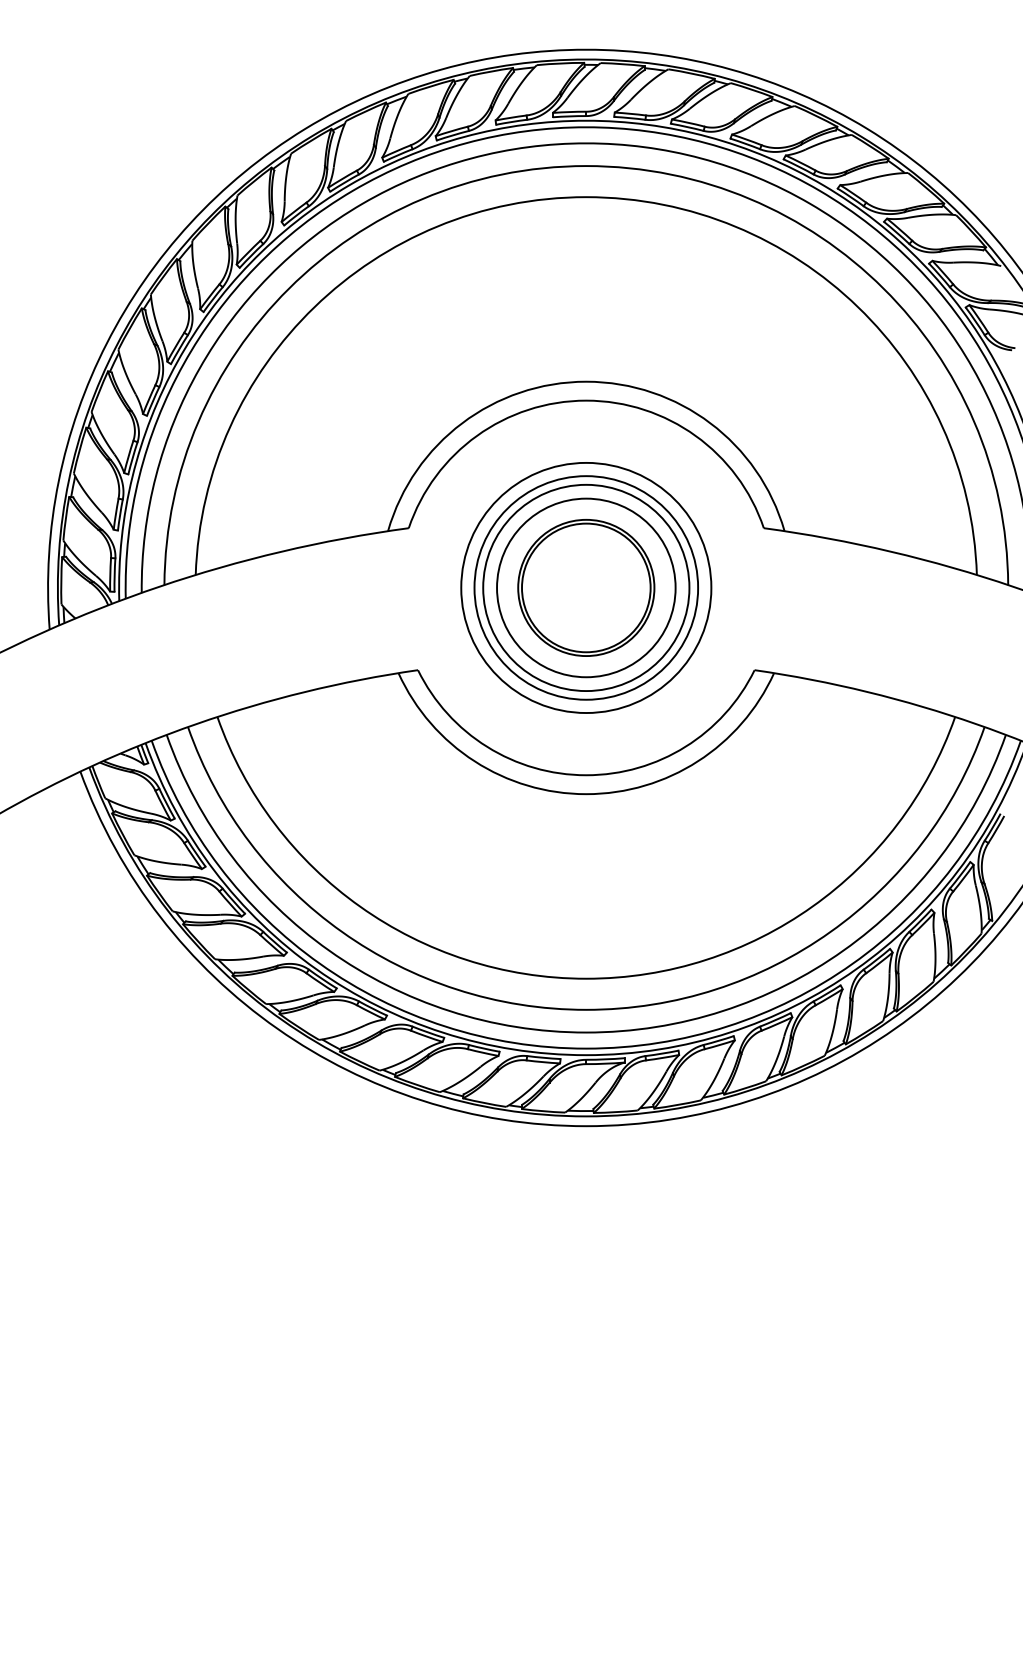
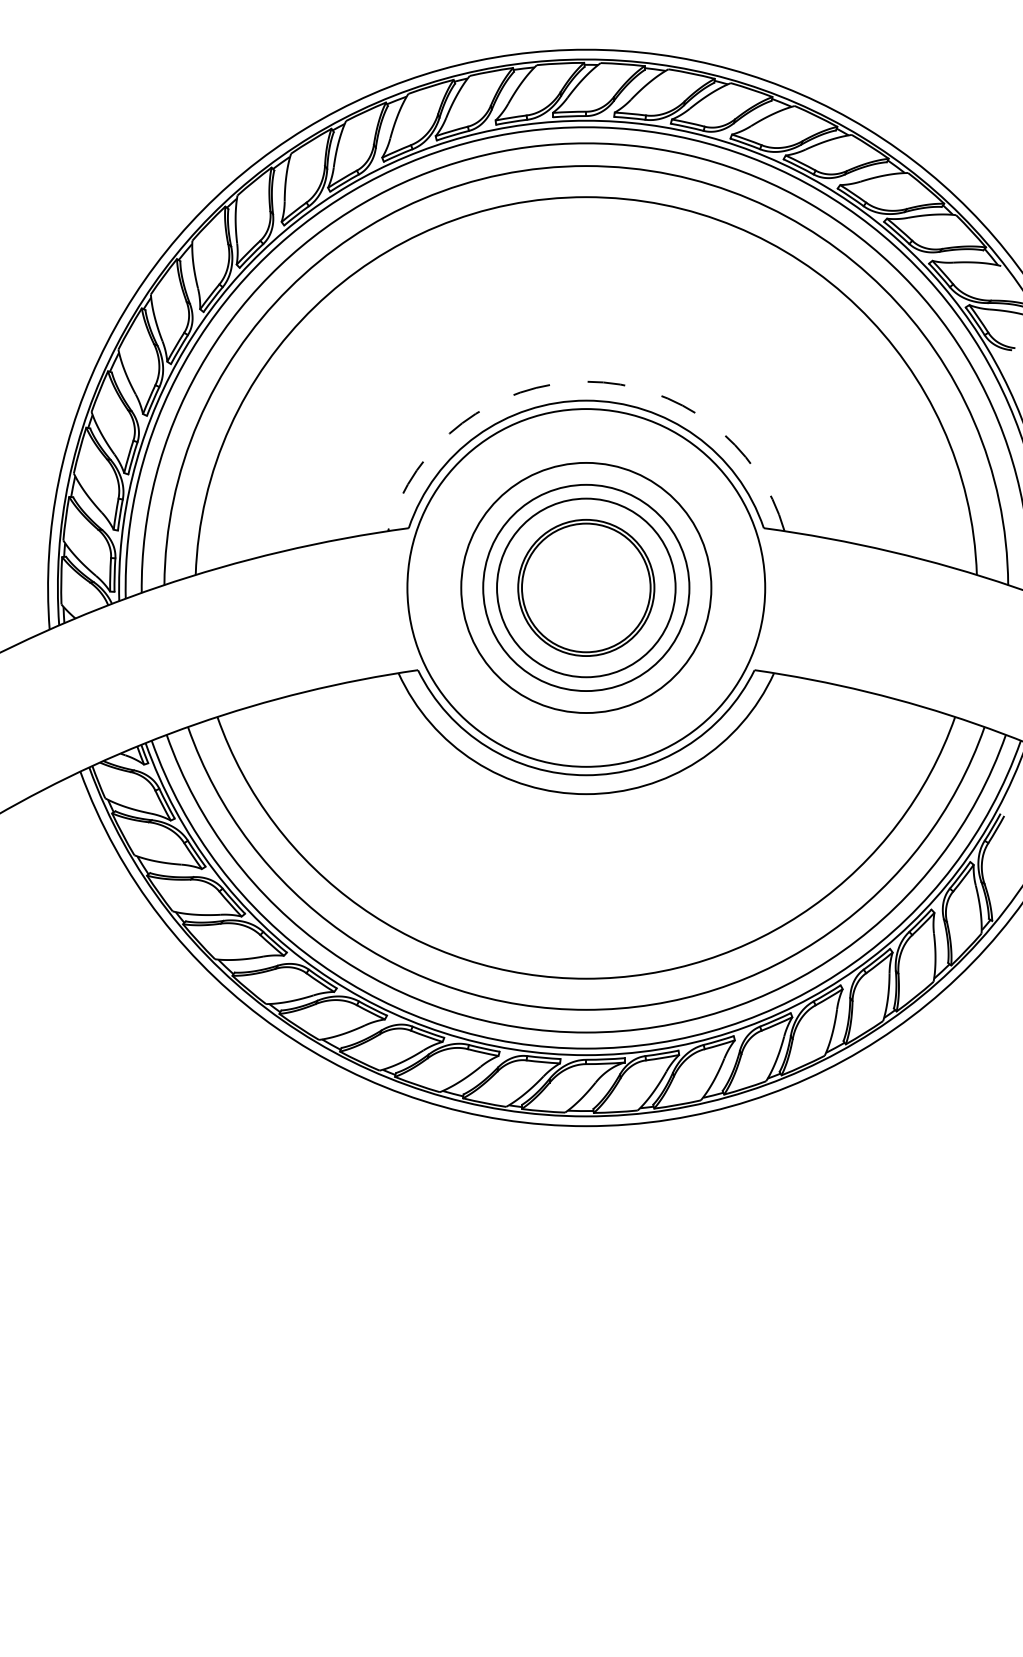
arc at (586, 381): solid -> dashed
circle at (586, 587) diameter: 224 px -> 358 px
